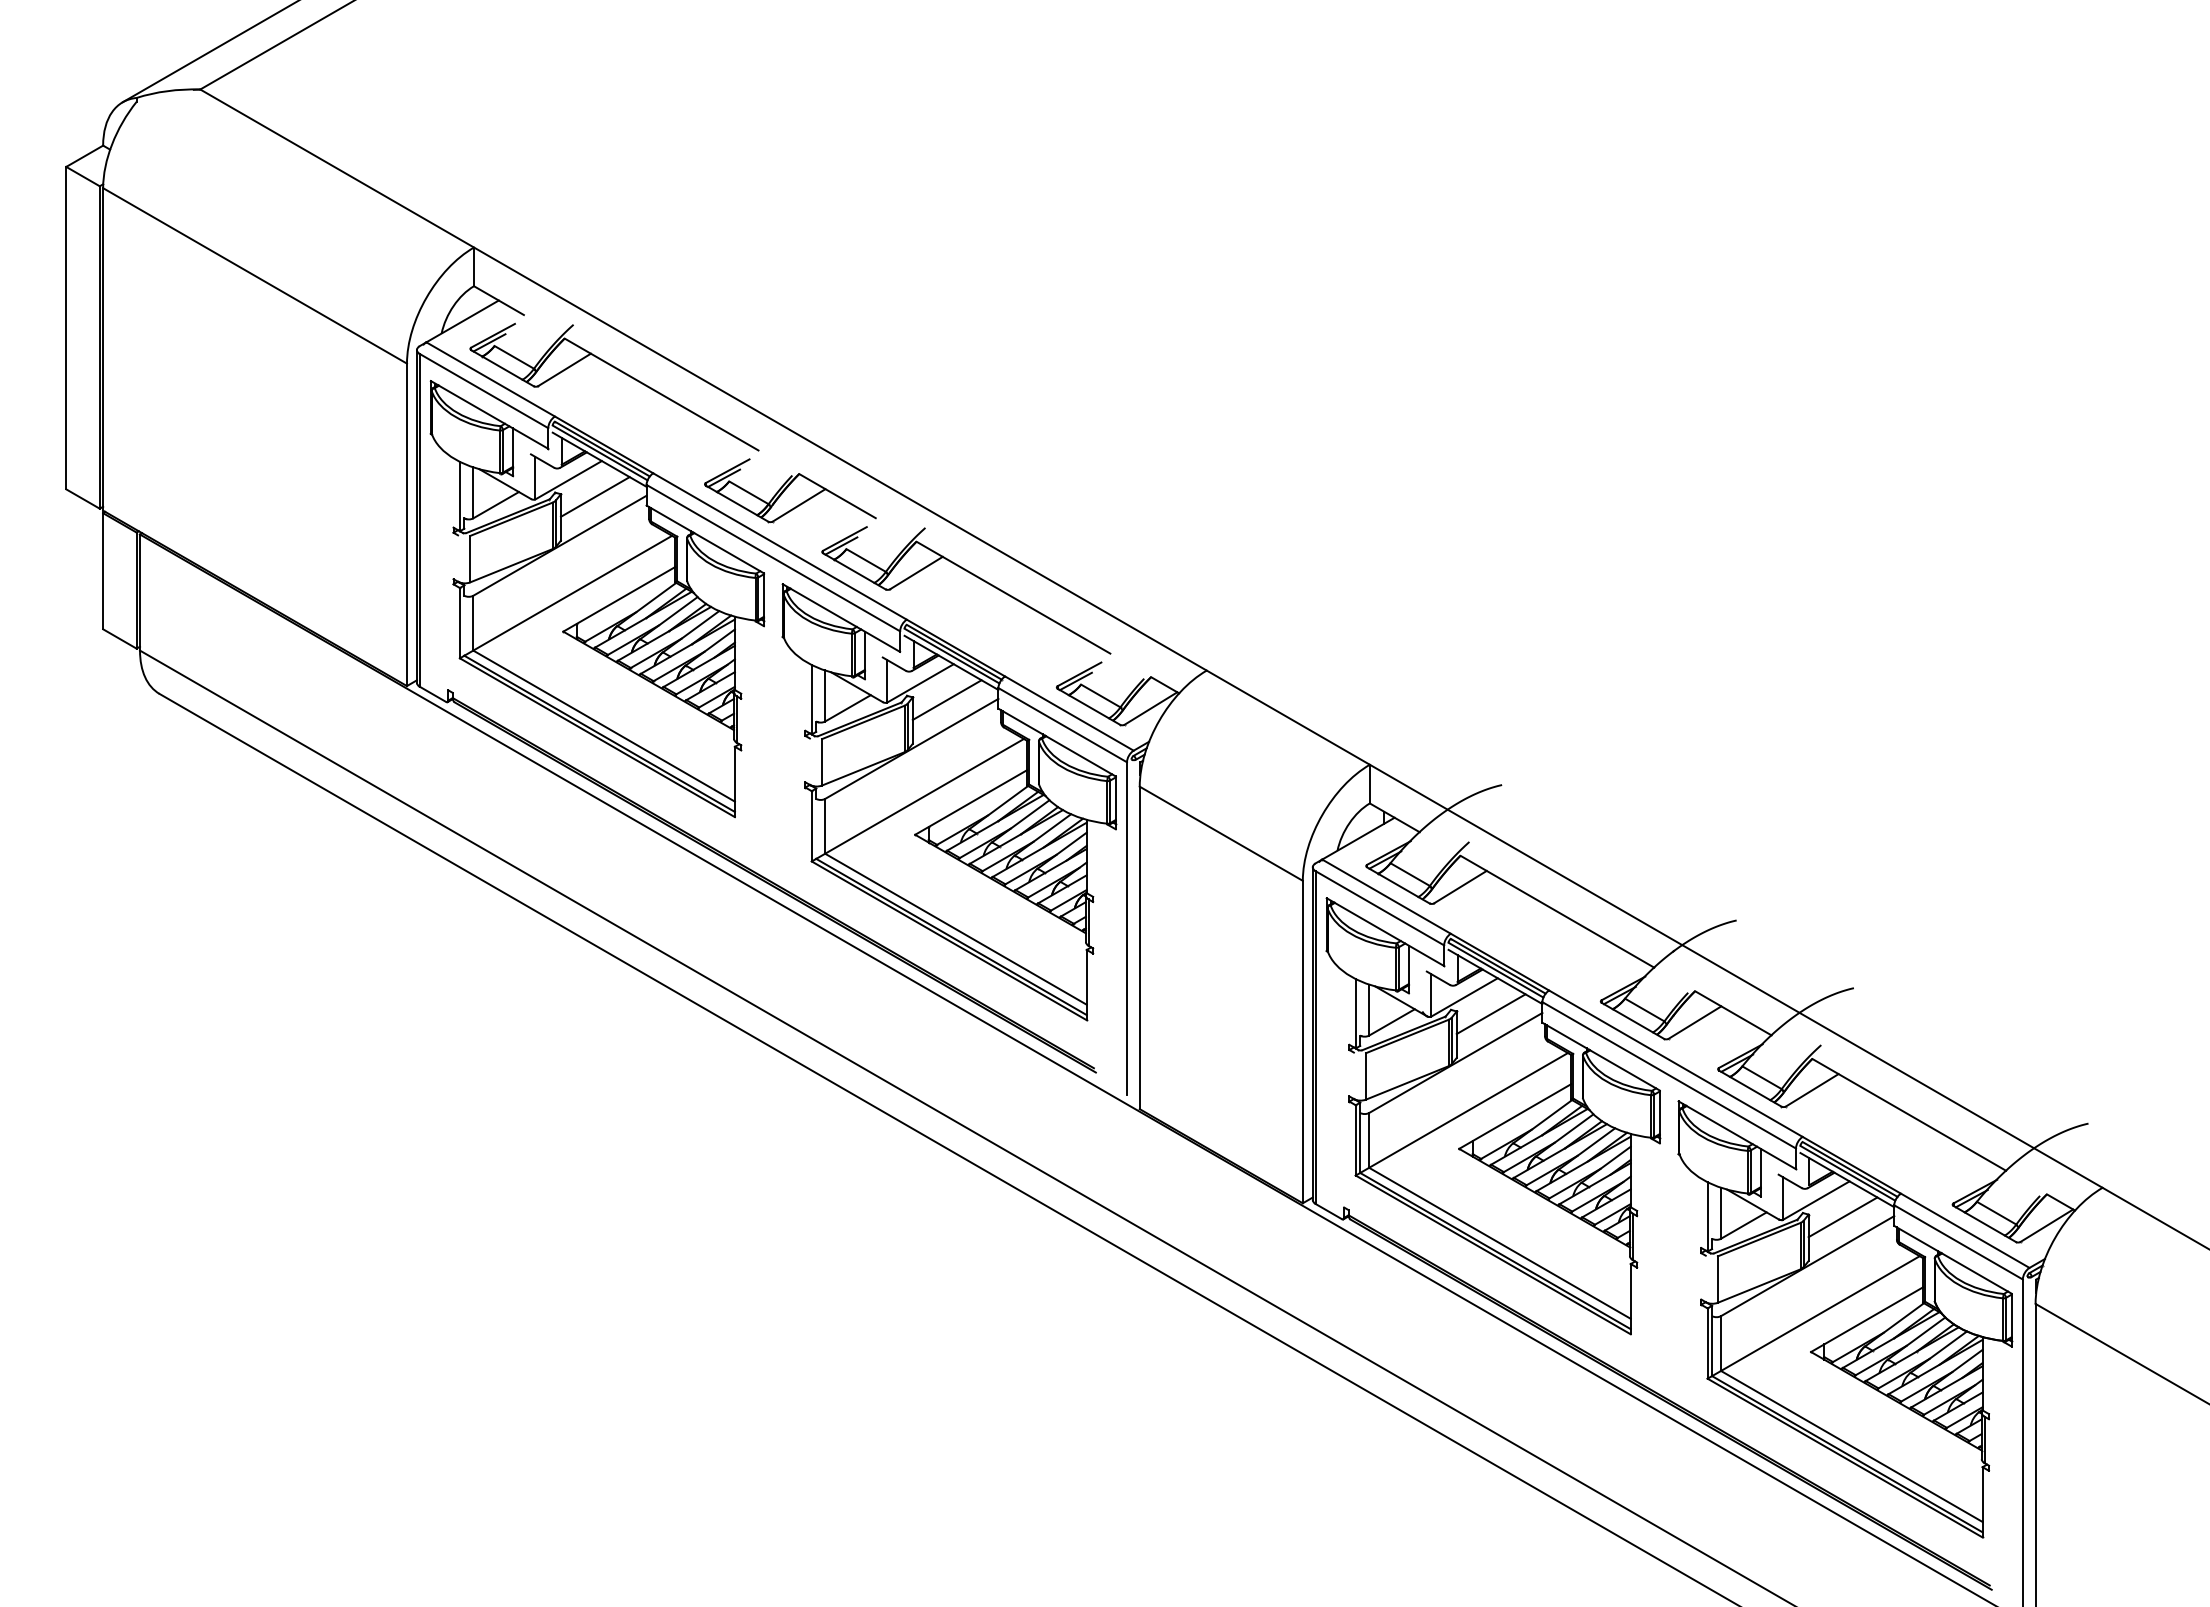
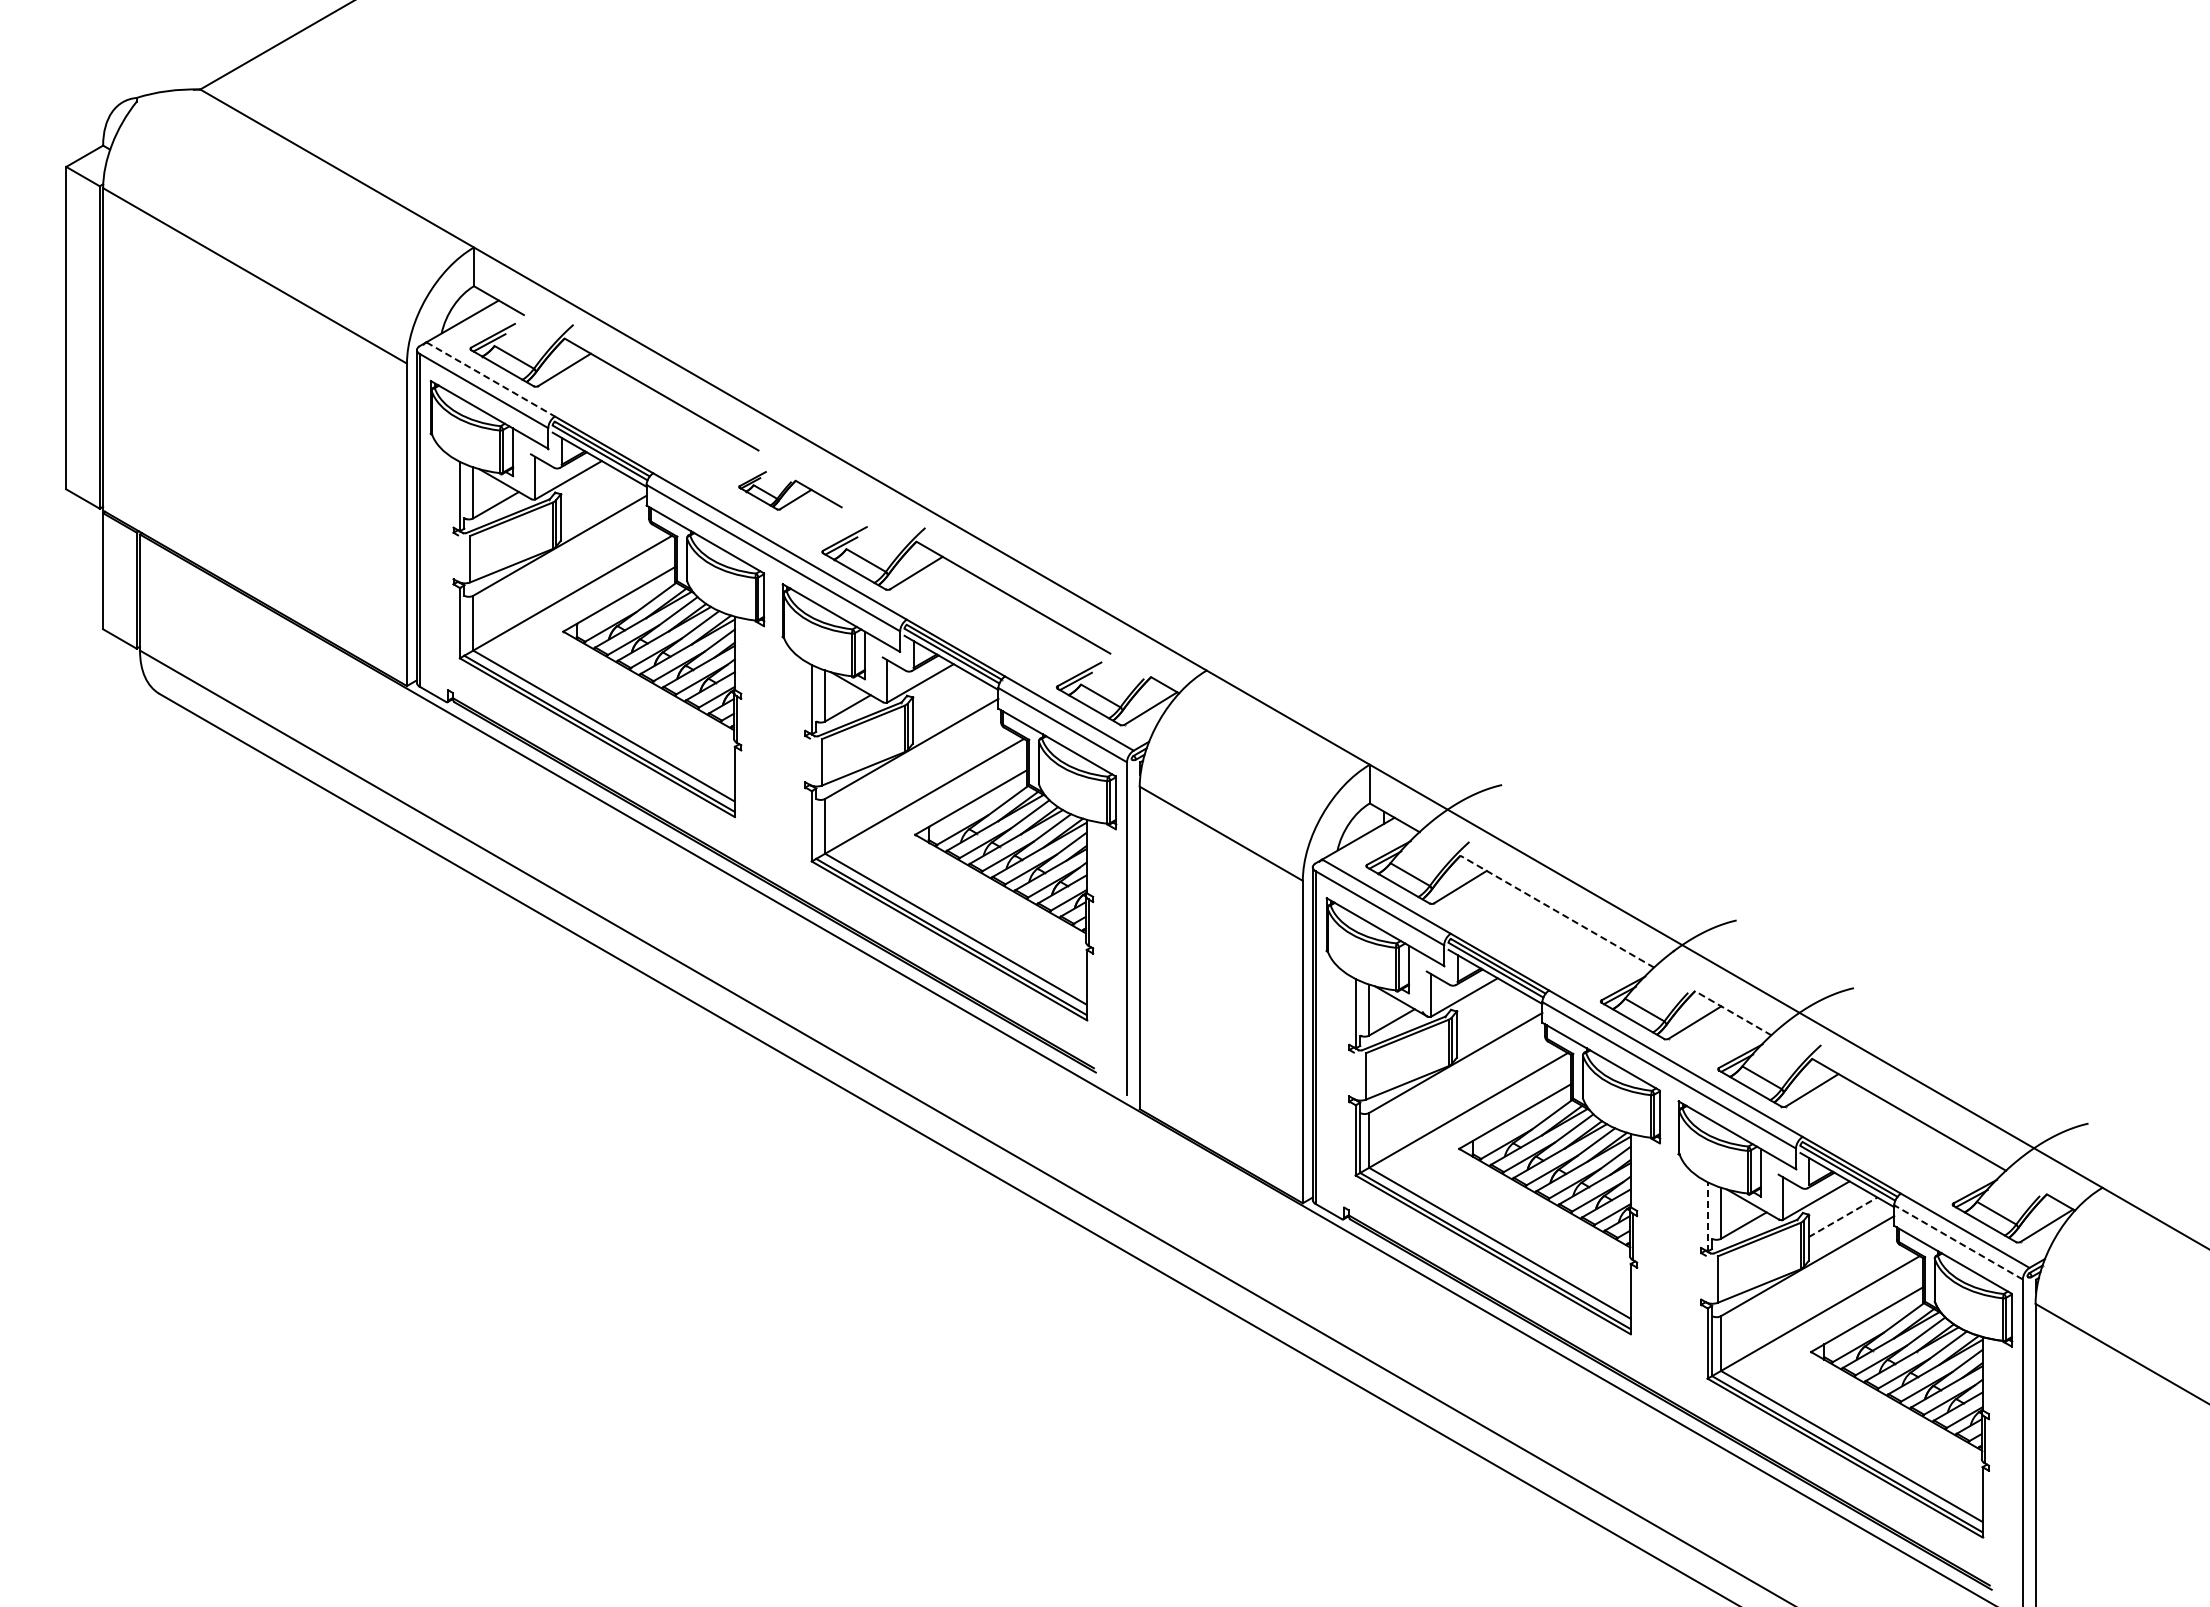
line at (209, 52): present -> none
line at (491, 379): solid -> dashed
part at (790, 490) size: 173x66 px -> 105x40 px
line at (594, 496): present -> none
line at (946, 699): present -> none
line at (1557, 911): solid -> dashed
line at (1733, 1013): solid -> dashed
line at (1490, 1014): present -> none
line at (1707, 1216): solid -> dashed
line at (1843, 1217): solid -> dashed
line at (1958, 1242): solid -> dashed
